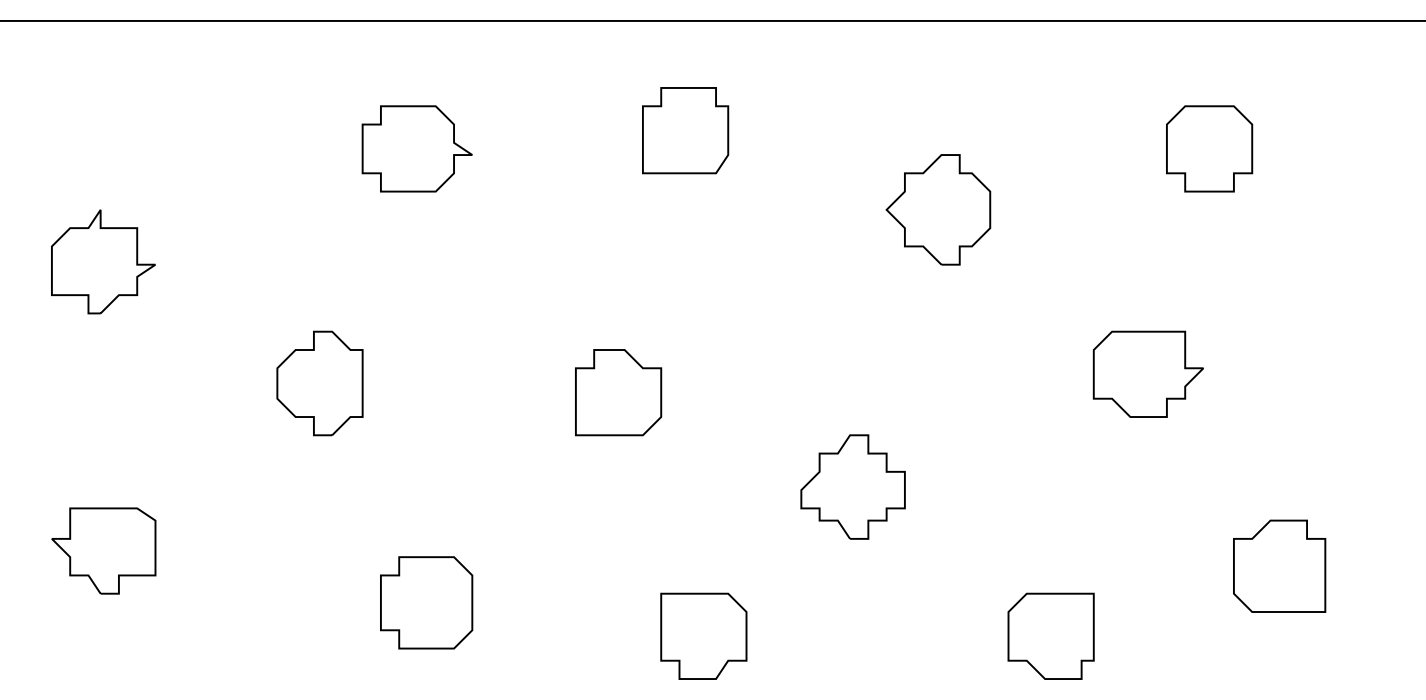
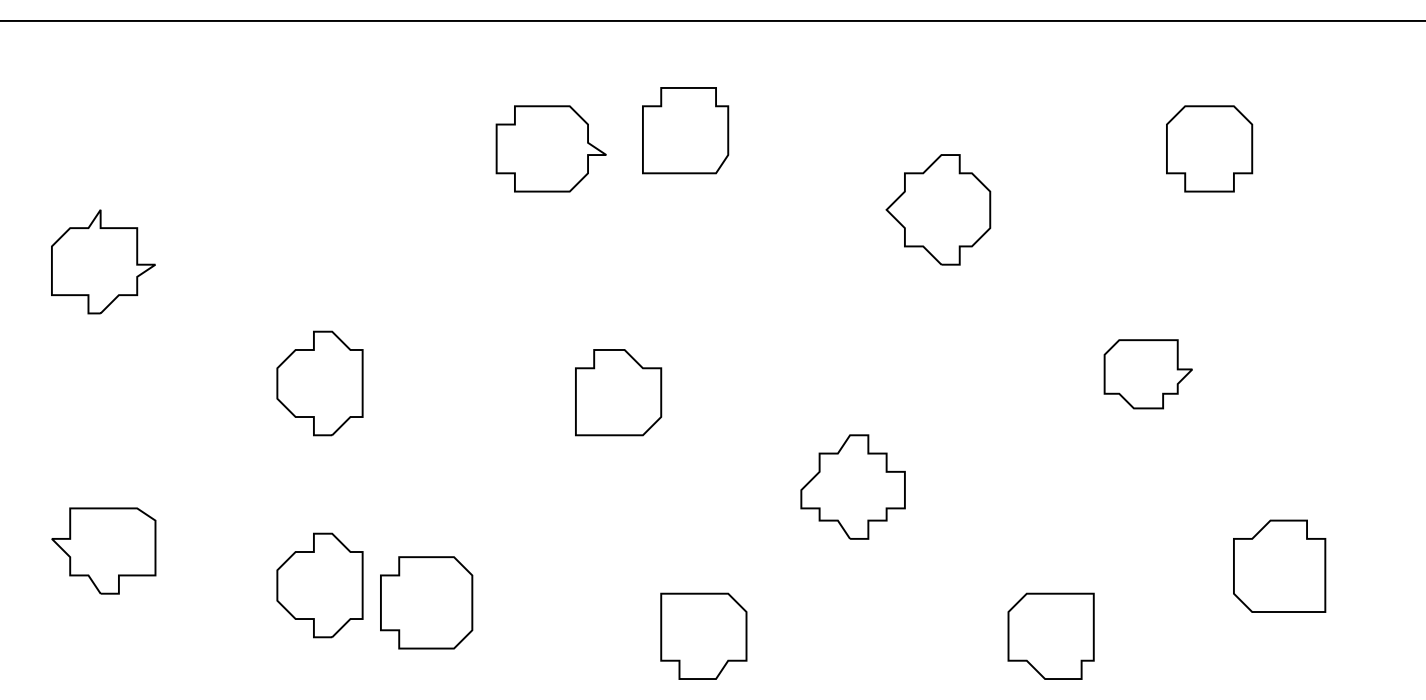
part at (416, 148) position: (416, 148) -> (550, 148)
part at (1147, 373) size: 112x88 px -> 90x71 px
part at (319, 585): none -> present
